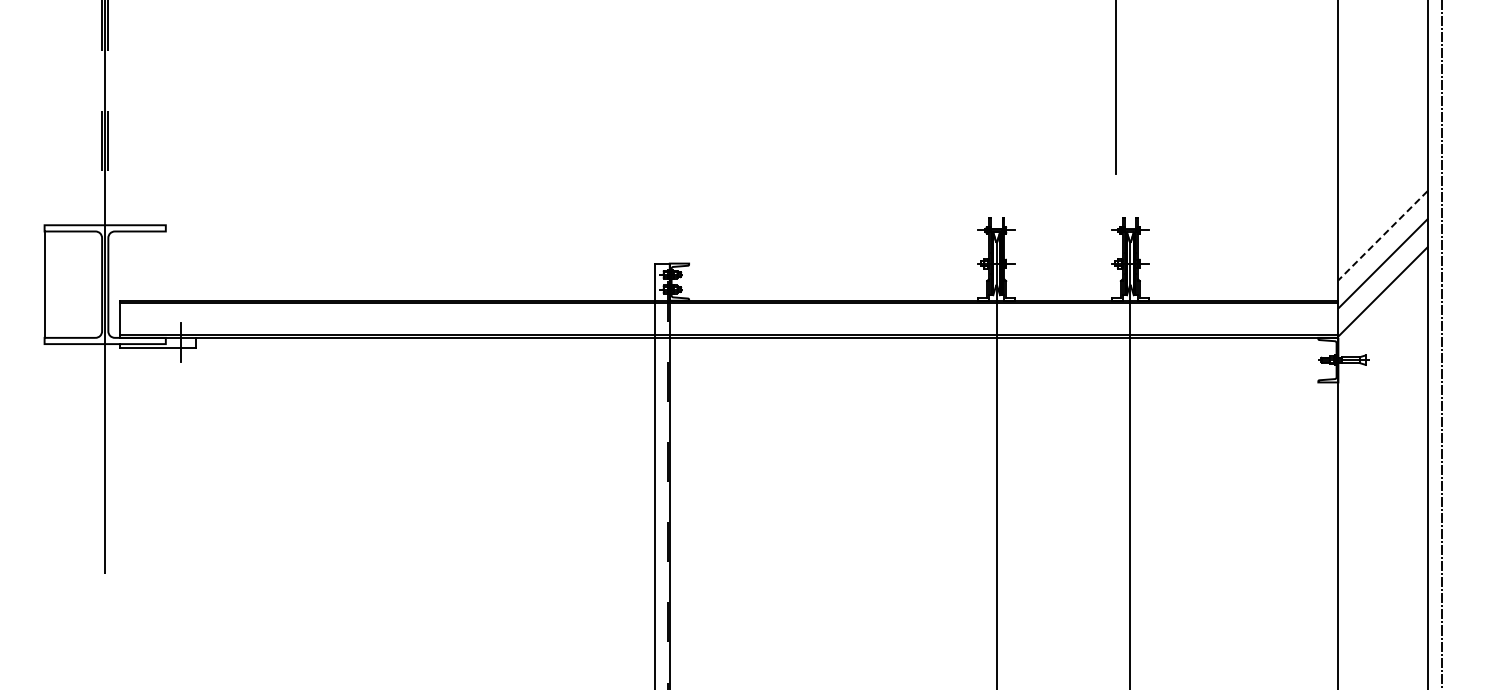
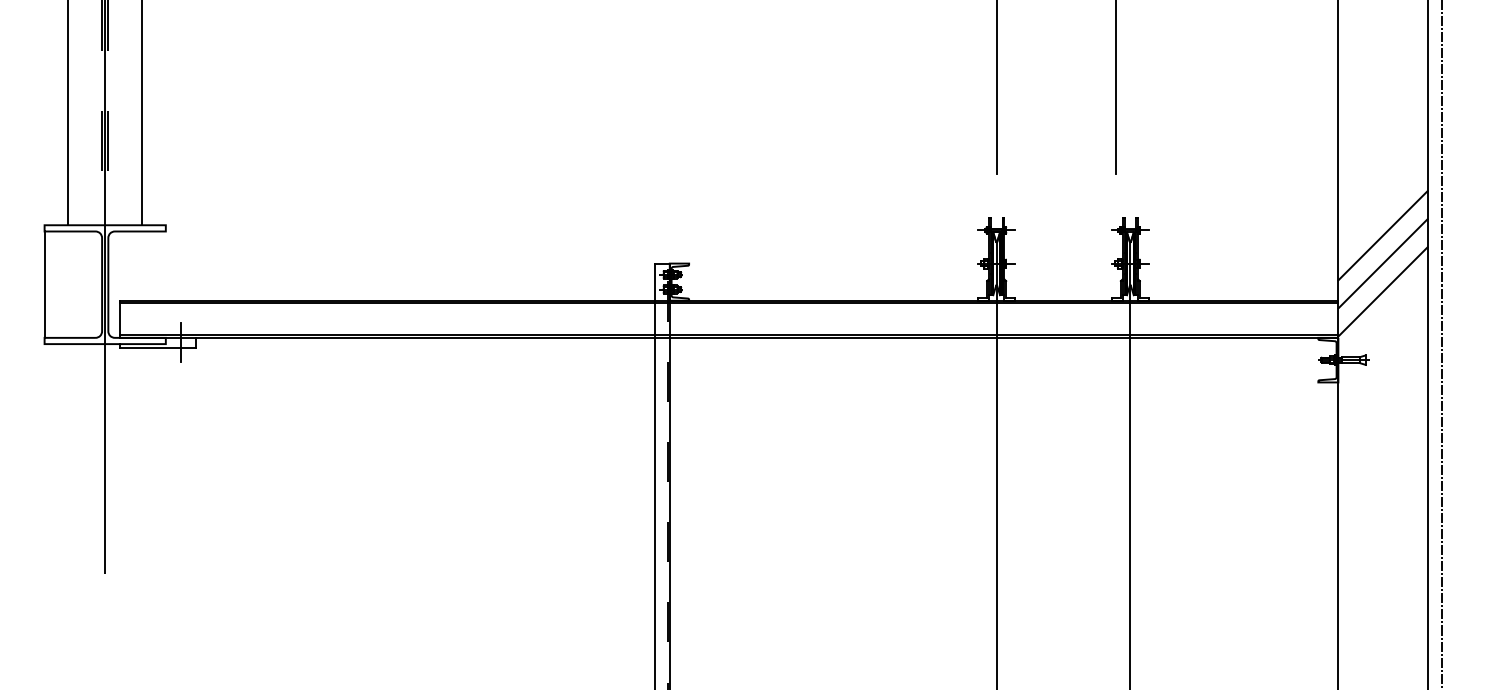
line at (996, 87): none -> present
line at (68, 113): none -> present
line at (142, 113): none -> present
line at (1382, 236): dashed -> solid
